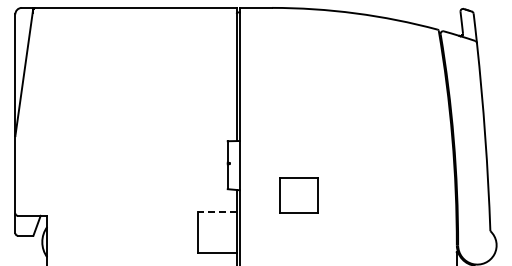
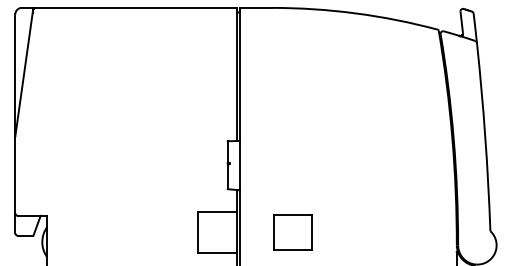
part at (298, 195) position: (298, 195) -> (292, 232)
line at (217, 211): dashed -> solid
